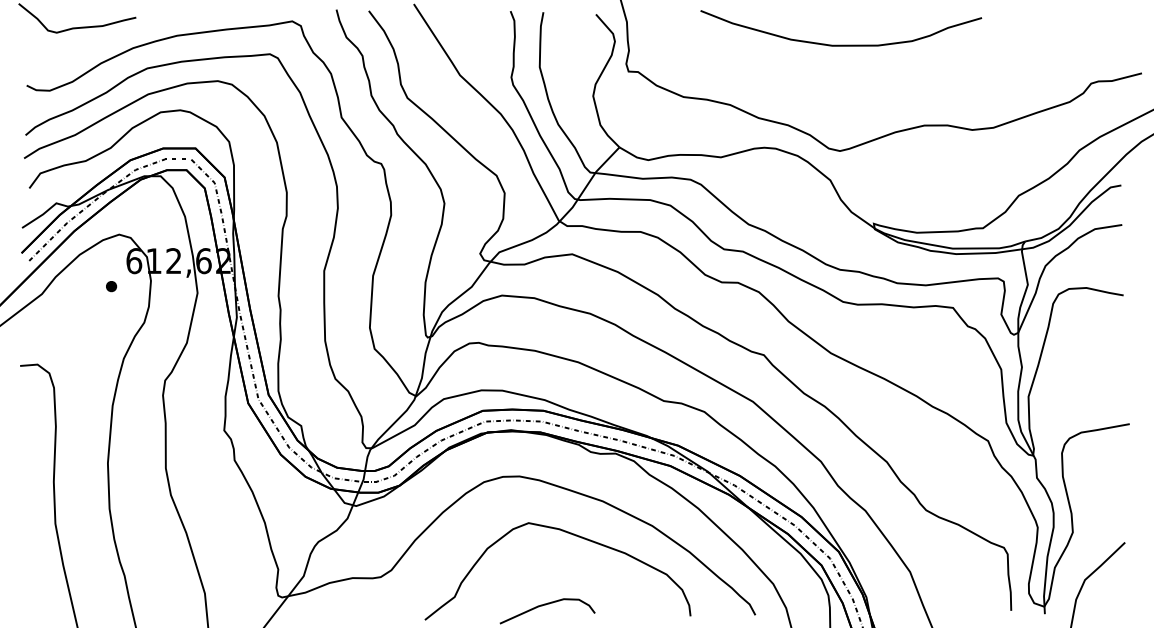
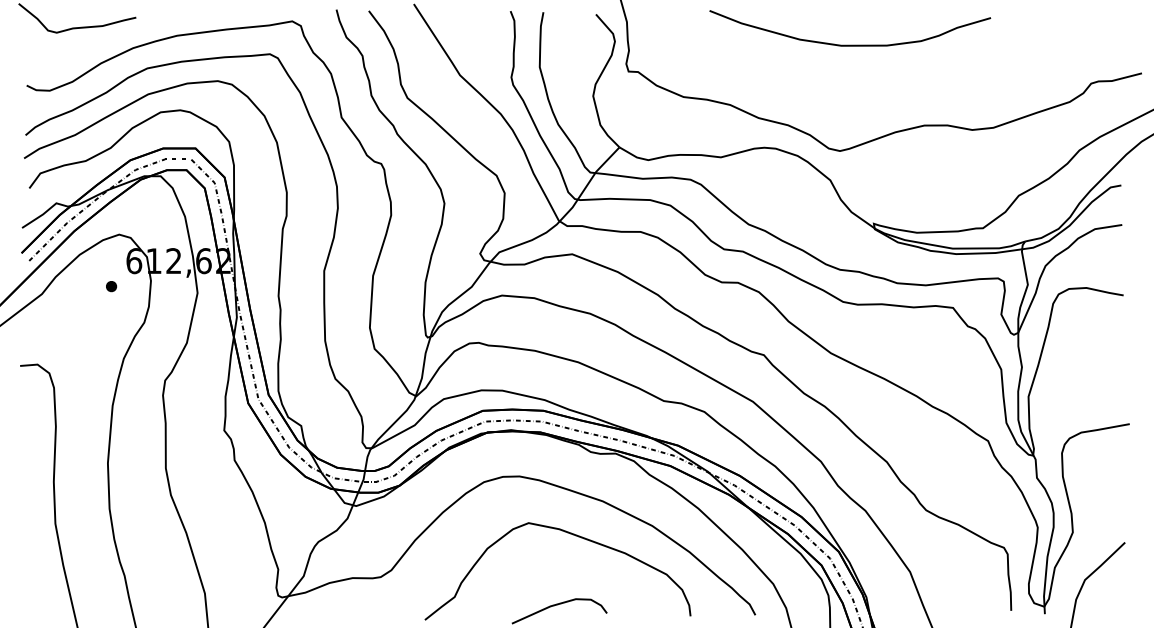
curve at (841, 44) position: (841, 44) -> (850, 44)
curve at (546, 605) position: (546, 605) -> (558, 605)
